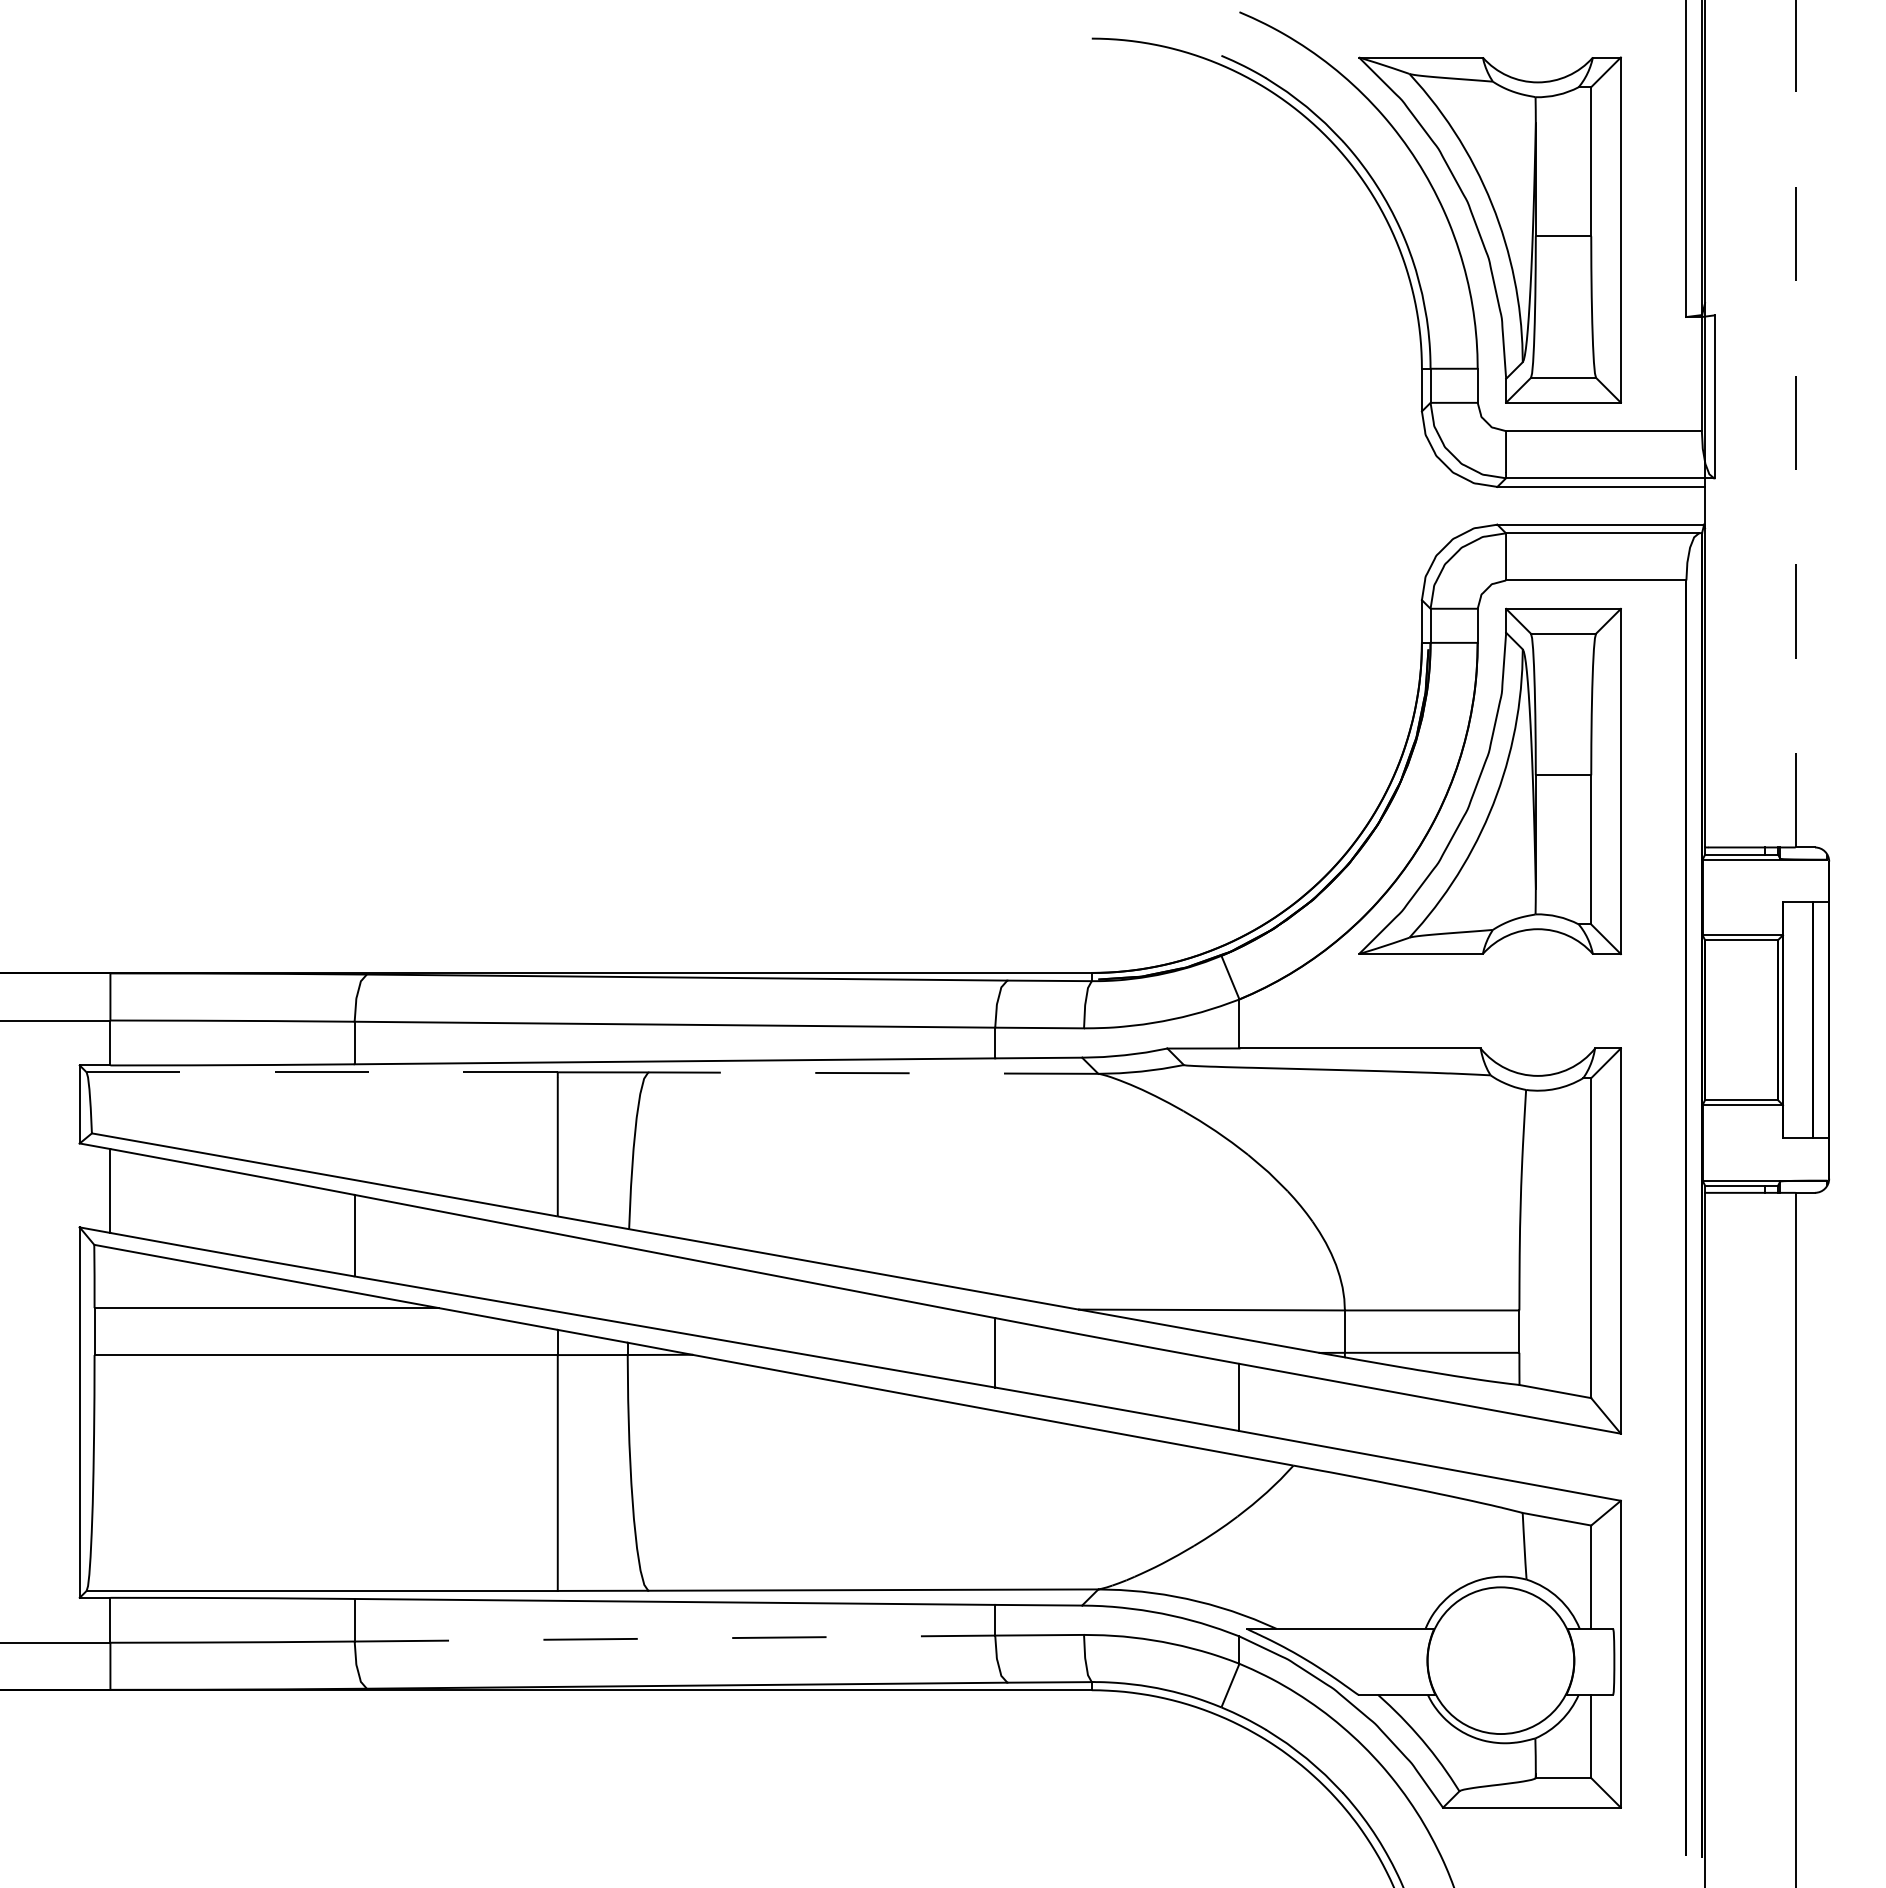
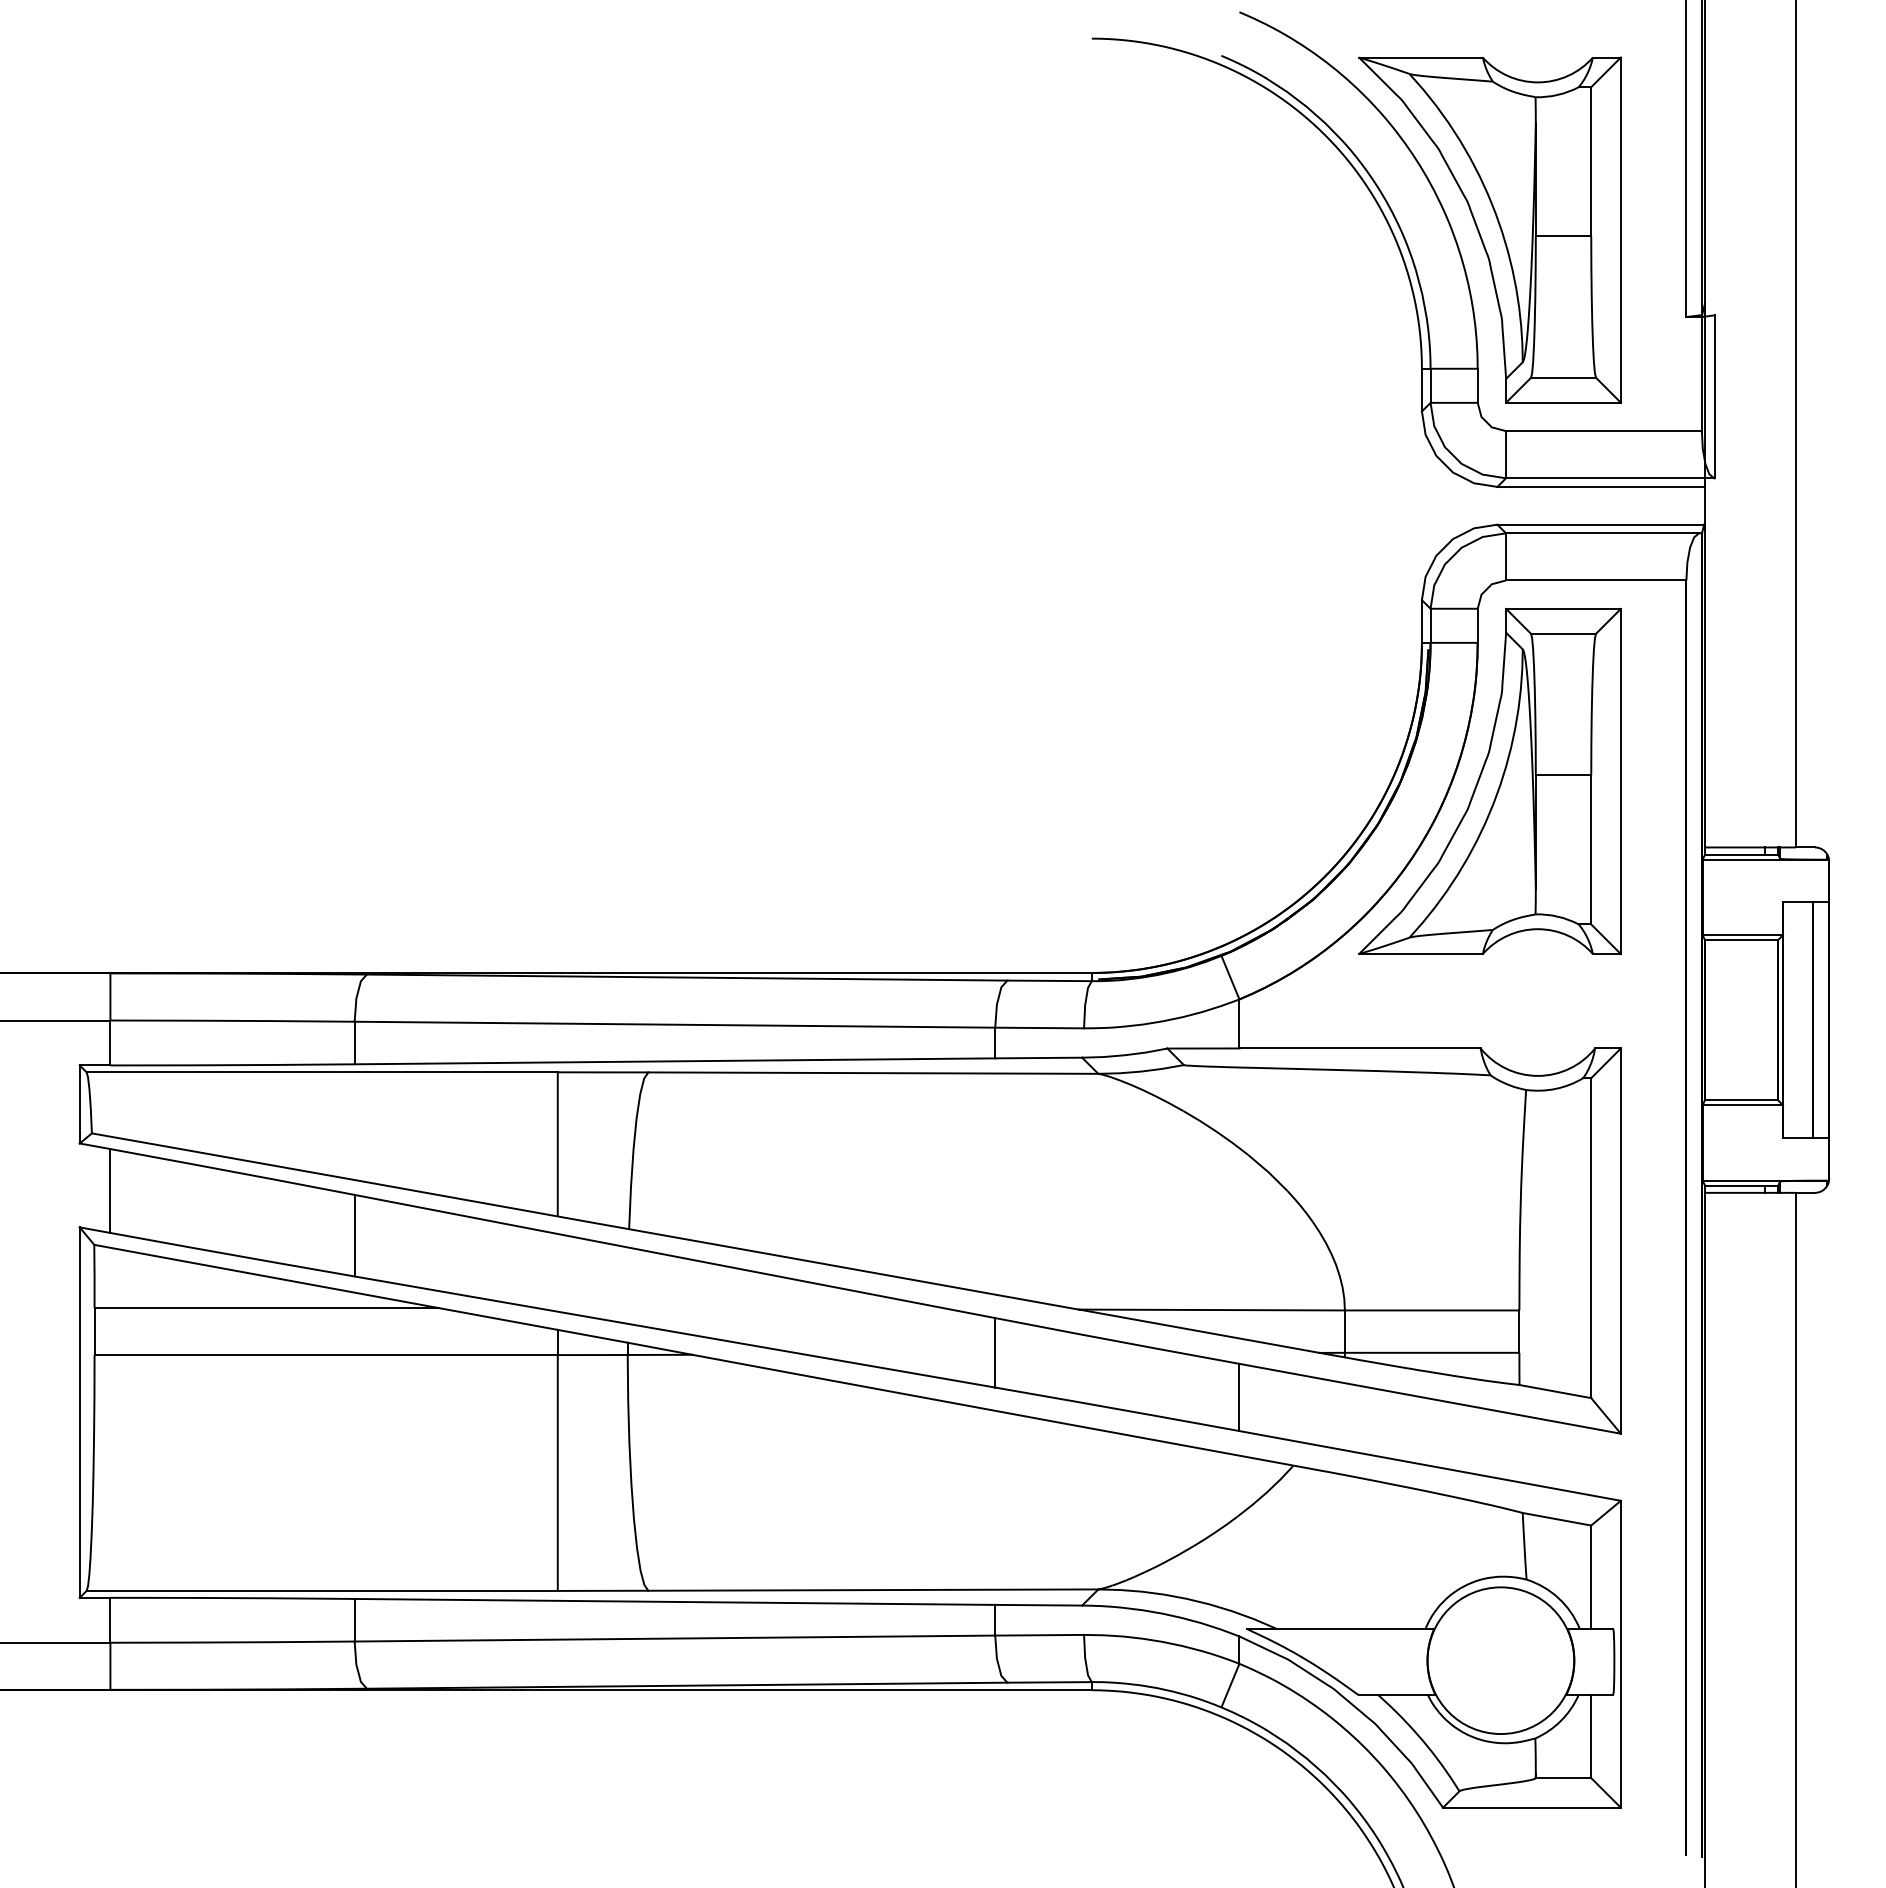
line at (1795, 423): dashed -> solid
line at (322, 1072): dashed -> solid
line at (872, 1073): dashed -> solid
line at (675, 1638): dashed -> solid
